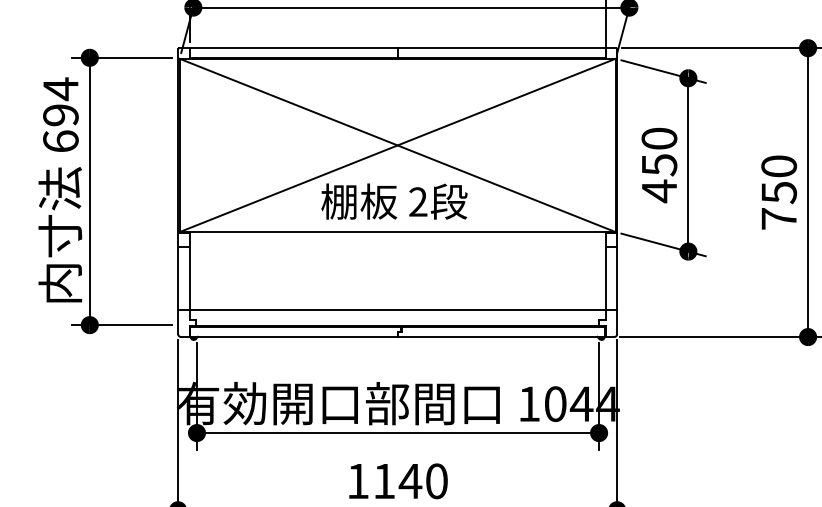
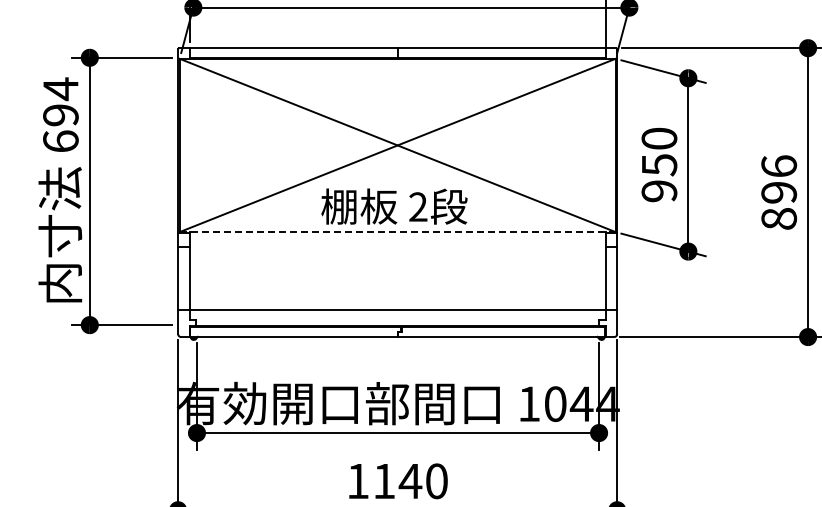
text at (659, 191): 450 -> 950
text at (779, 192): 750 -> 896
text at (394, 201) position: (394, 201) -> (394, 206)
line at (397, 232): solid -> dashed
